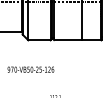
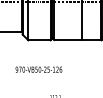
text at (30, 69) position: (30, 69) -> (38, 69)
